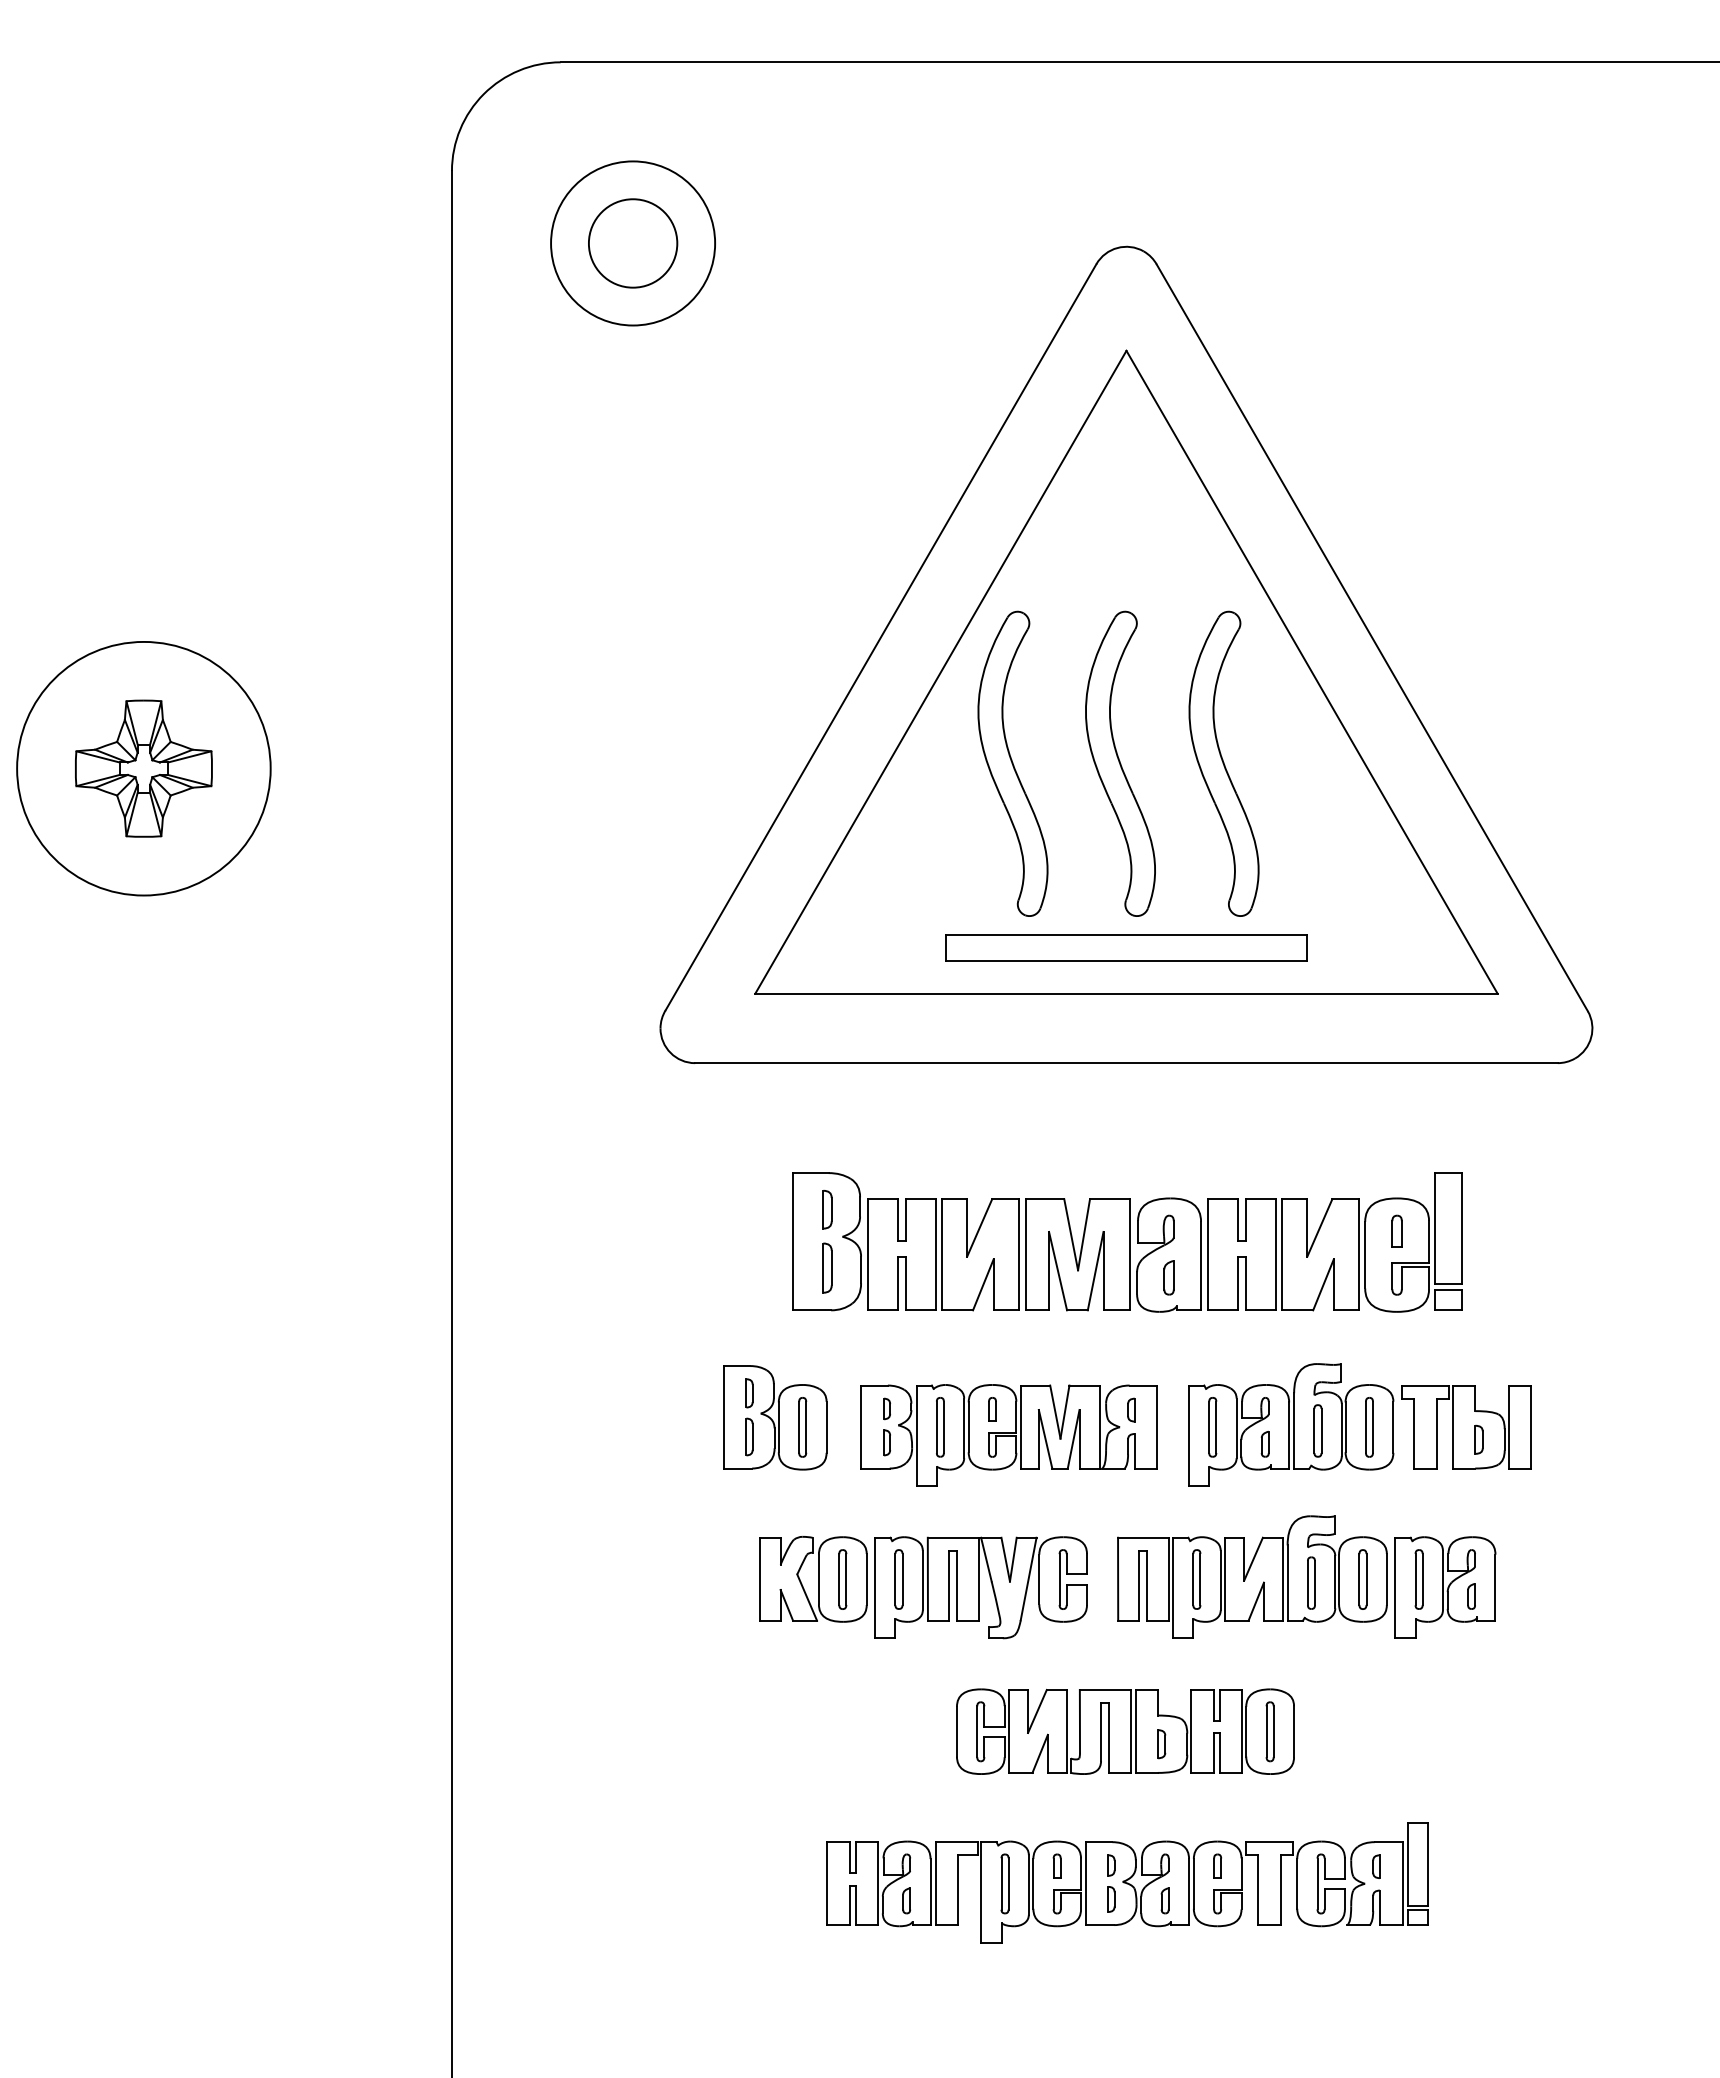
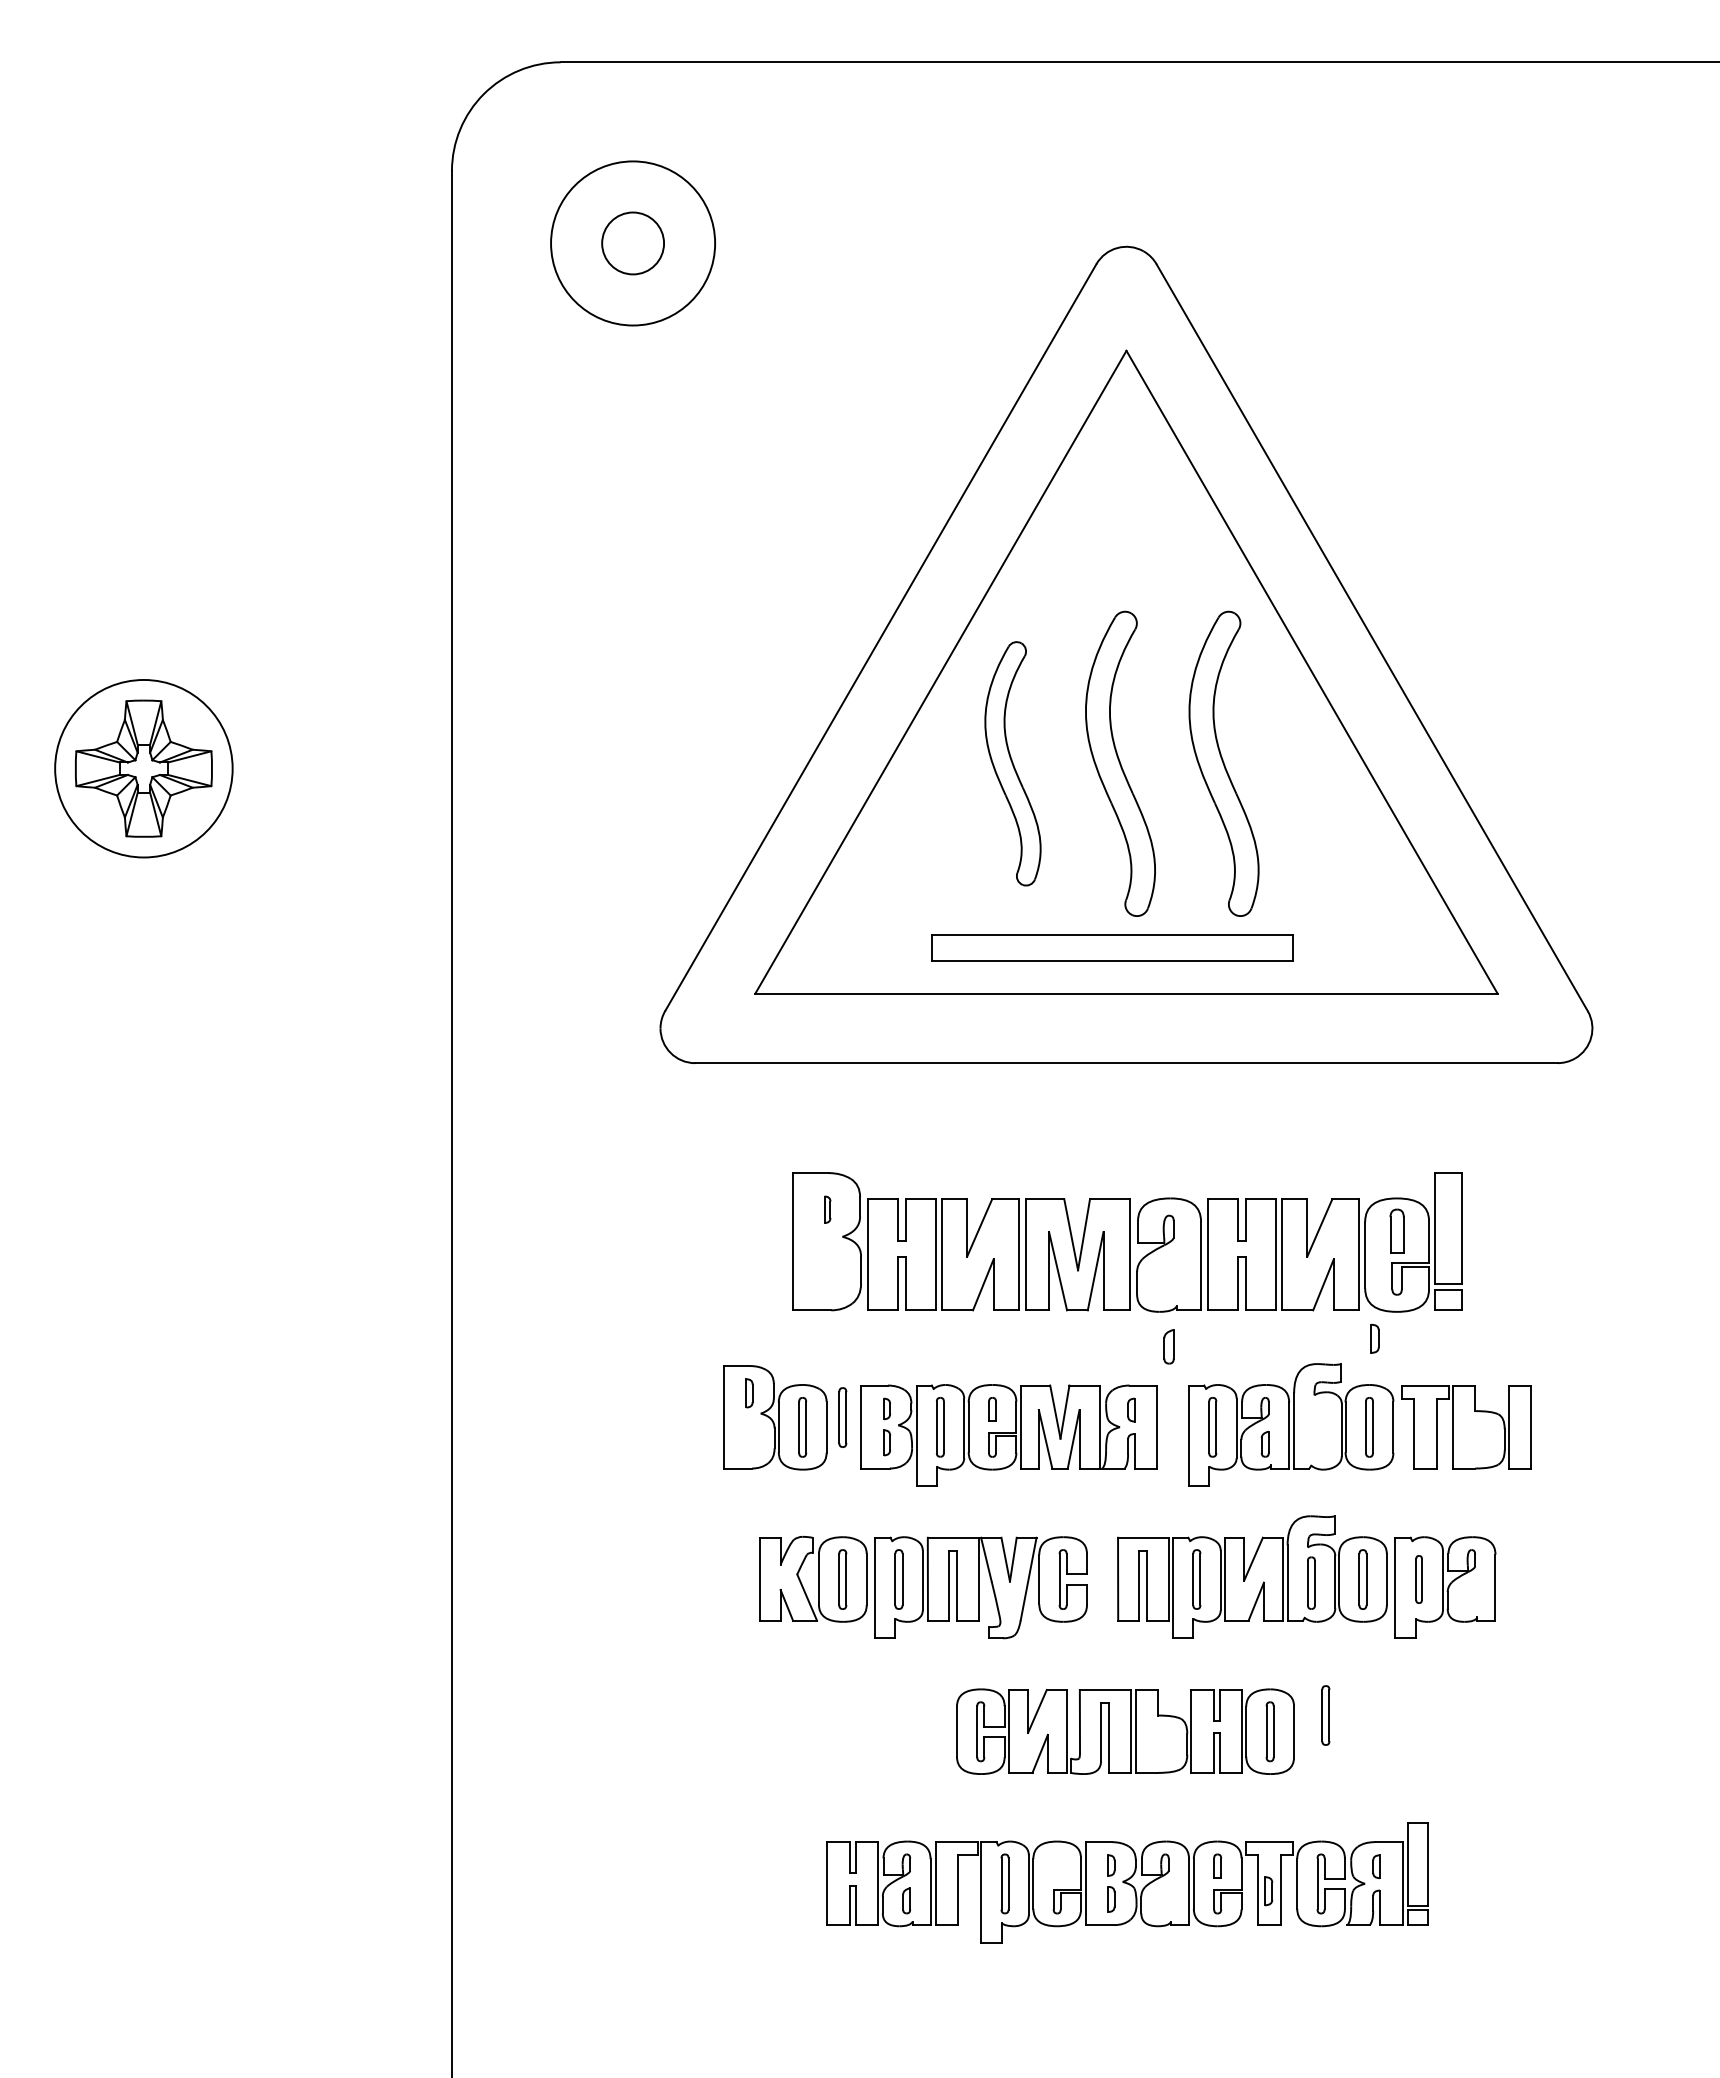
circle at (632, 243) diameter: 88 px -> 62 px
part at (1012, 763) size: 72x307 px -> 58x246 px
circle at (143, 768) diameter: 254 px -> 178 px
part at (1126, 947) position: (1126, 947) -> (1112, 947)
part at (827, 1209) size: 11x40 px -> 8x29 px
part at (1396, 1230) size: 12x34 px -> 16x46 px
part at (827, 1267): present -> none
part at (1168, 1277) position: (1168, 1277) -> (1168, 1346)
part at (842, 1417): none -> present
part at (1317, 1430): present -> none
part at (749, 1436): present -> none
part at (1478, 1439) position: (1478, 1439) -> (1374, 1338)
part at (1418, 1579) size: 10x61 px -> 8x49 px
part at (1471, 1596): present -> none
part at (1325, 1715): none -> present
part at (1161, 1744) position: (1161, 1744) -> (1268, 1891)
part at (1056, 1865): present -> none
part at (1164, 1900): present -> none
